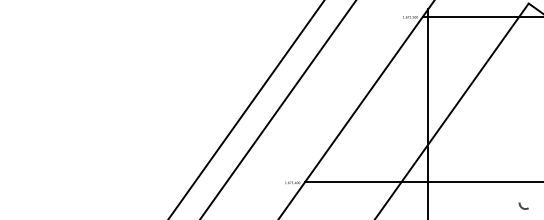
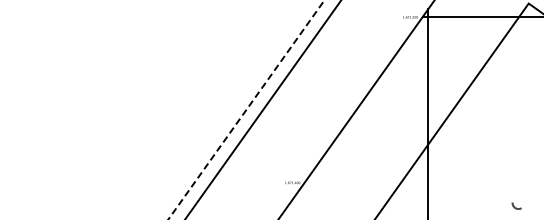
line at (278, 109) position: (278, 109) -> (263, 109)
line at (246, 110): solid -> dashed
line at (422, 182): present -> none
arc at (521, 205) position: (521, 205) -> (514, 205)
